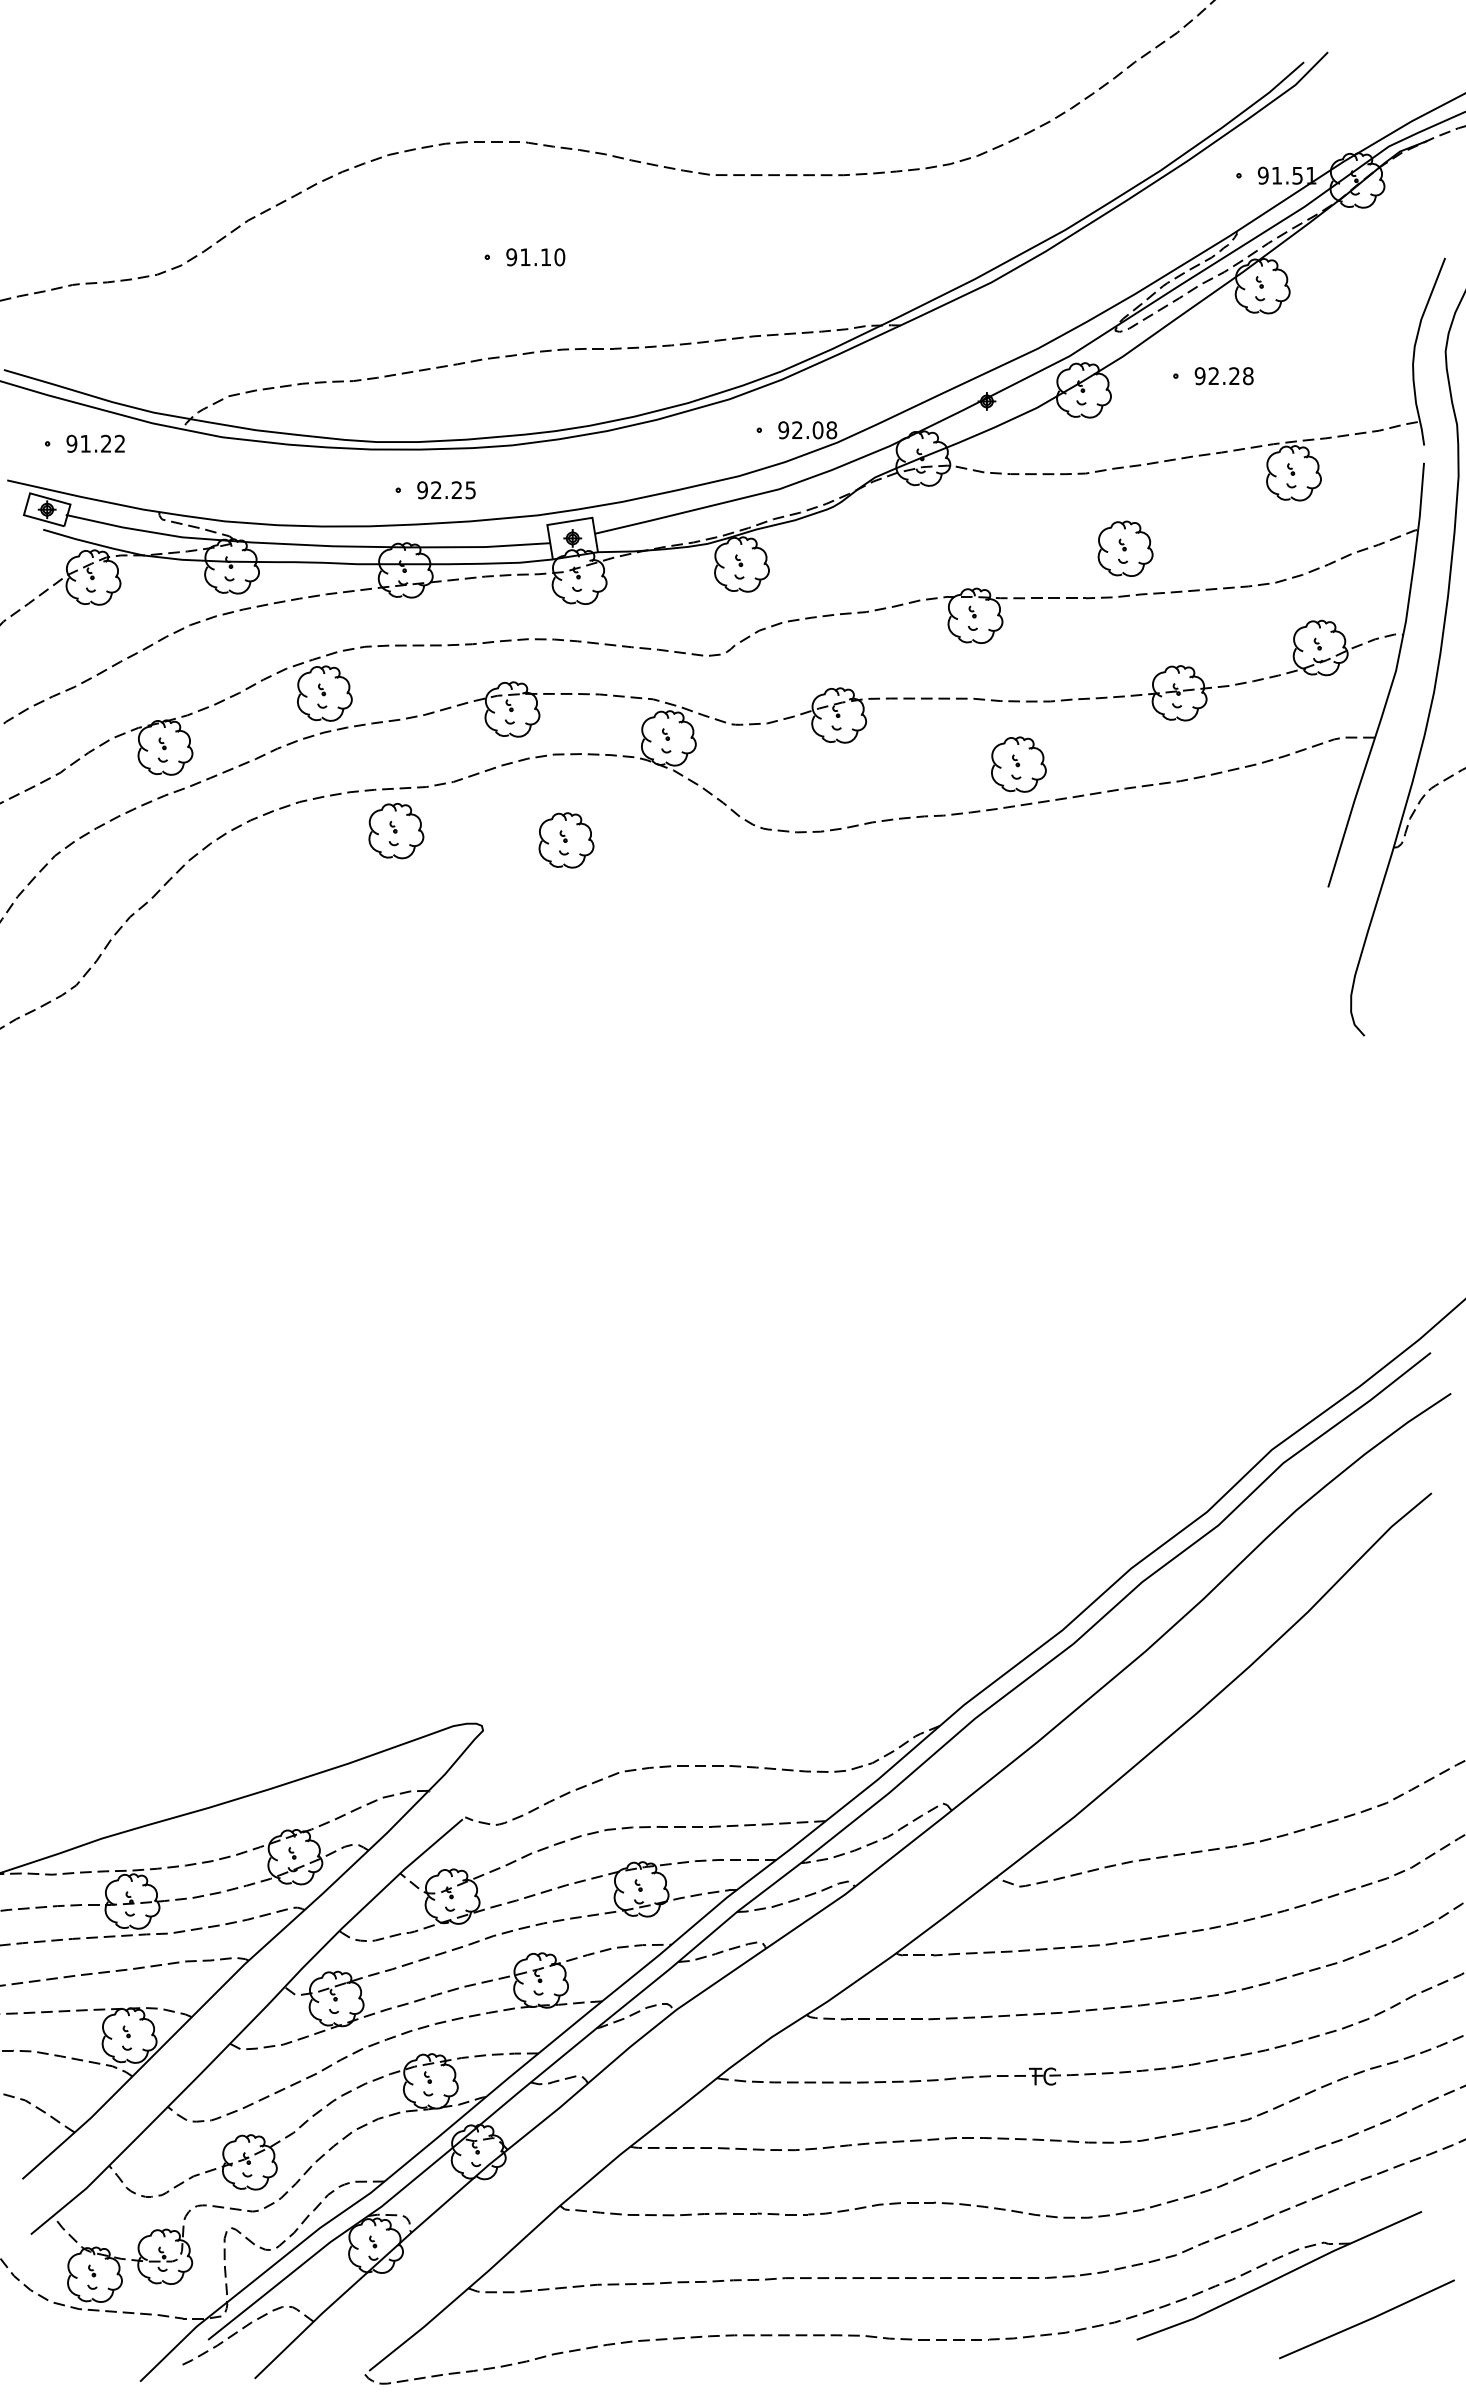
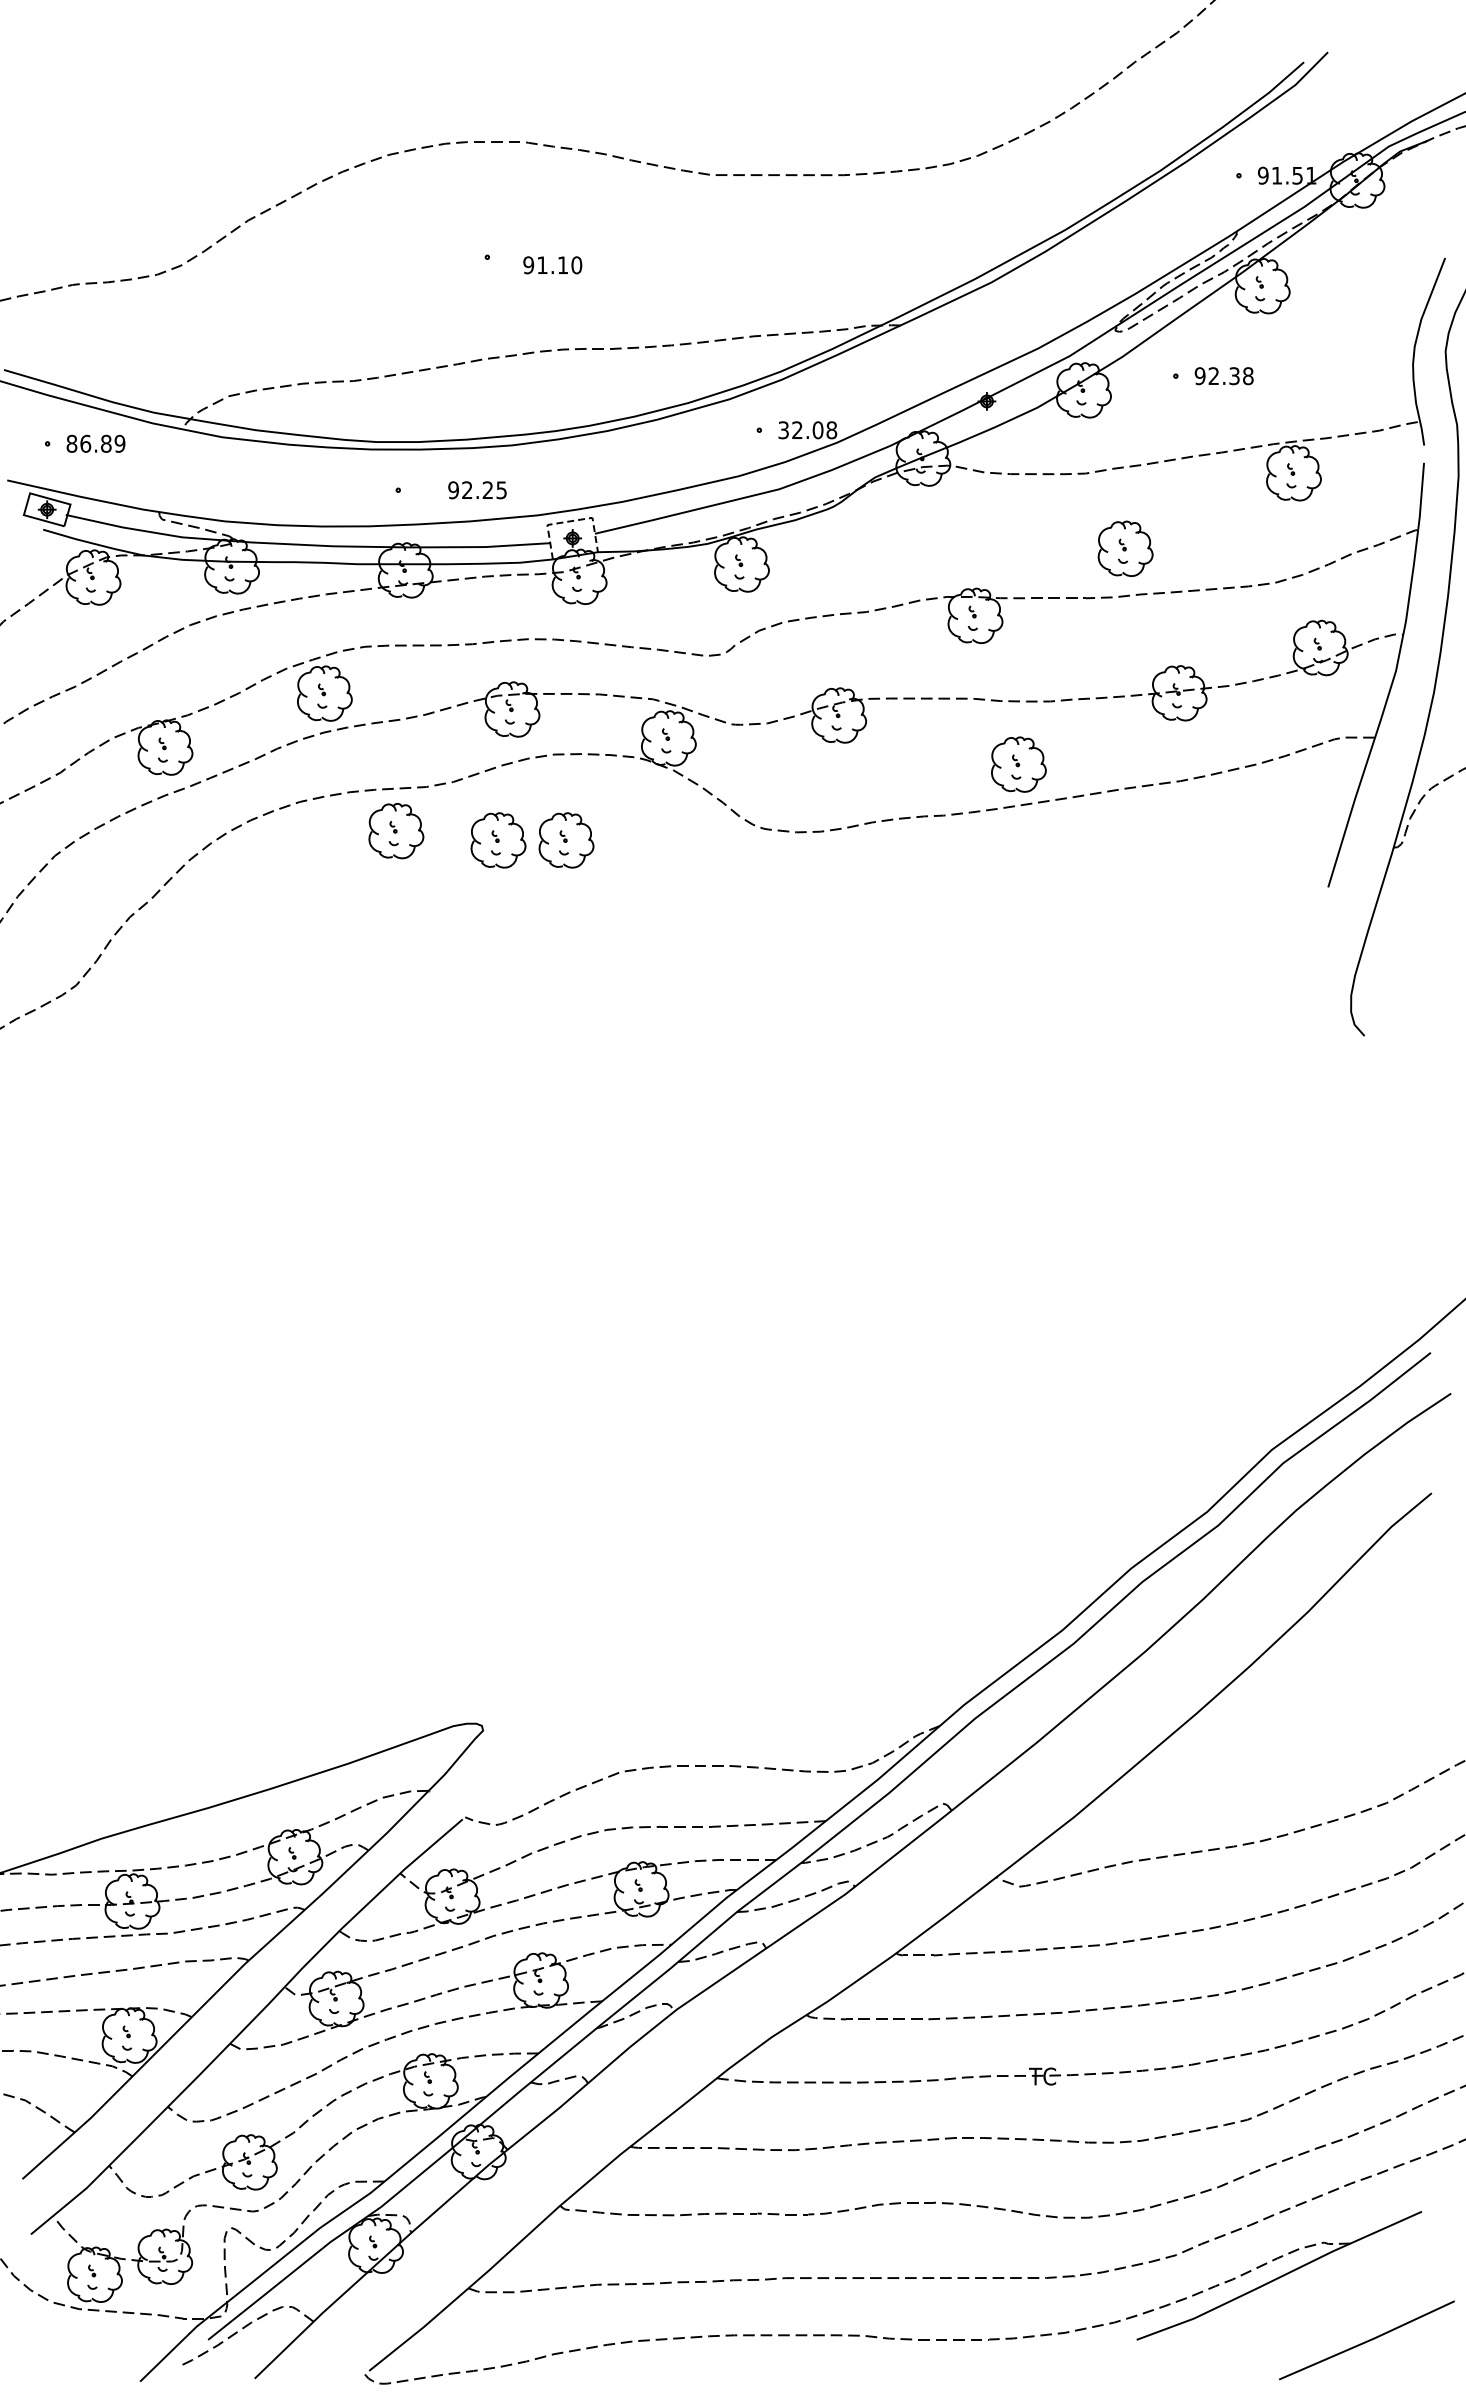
text at (535, 257) position: (535, 257) -> (552, 265)
text at (1234, 376): 92.28 -> 92.38
text at (783, 430): 92.08 -> 32.08
text at (95, 443): 91.22 -> 86.89
text at (446, 490) position: (446, 490) -> (477, 490)
line at (569, 521): solid -> dashed
part at (498, 840): none -> present
line at (1366, 2319) position: (1366, 2319) -> (1366, 2340)
